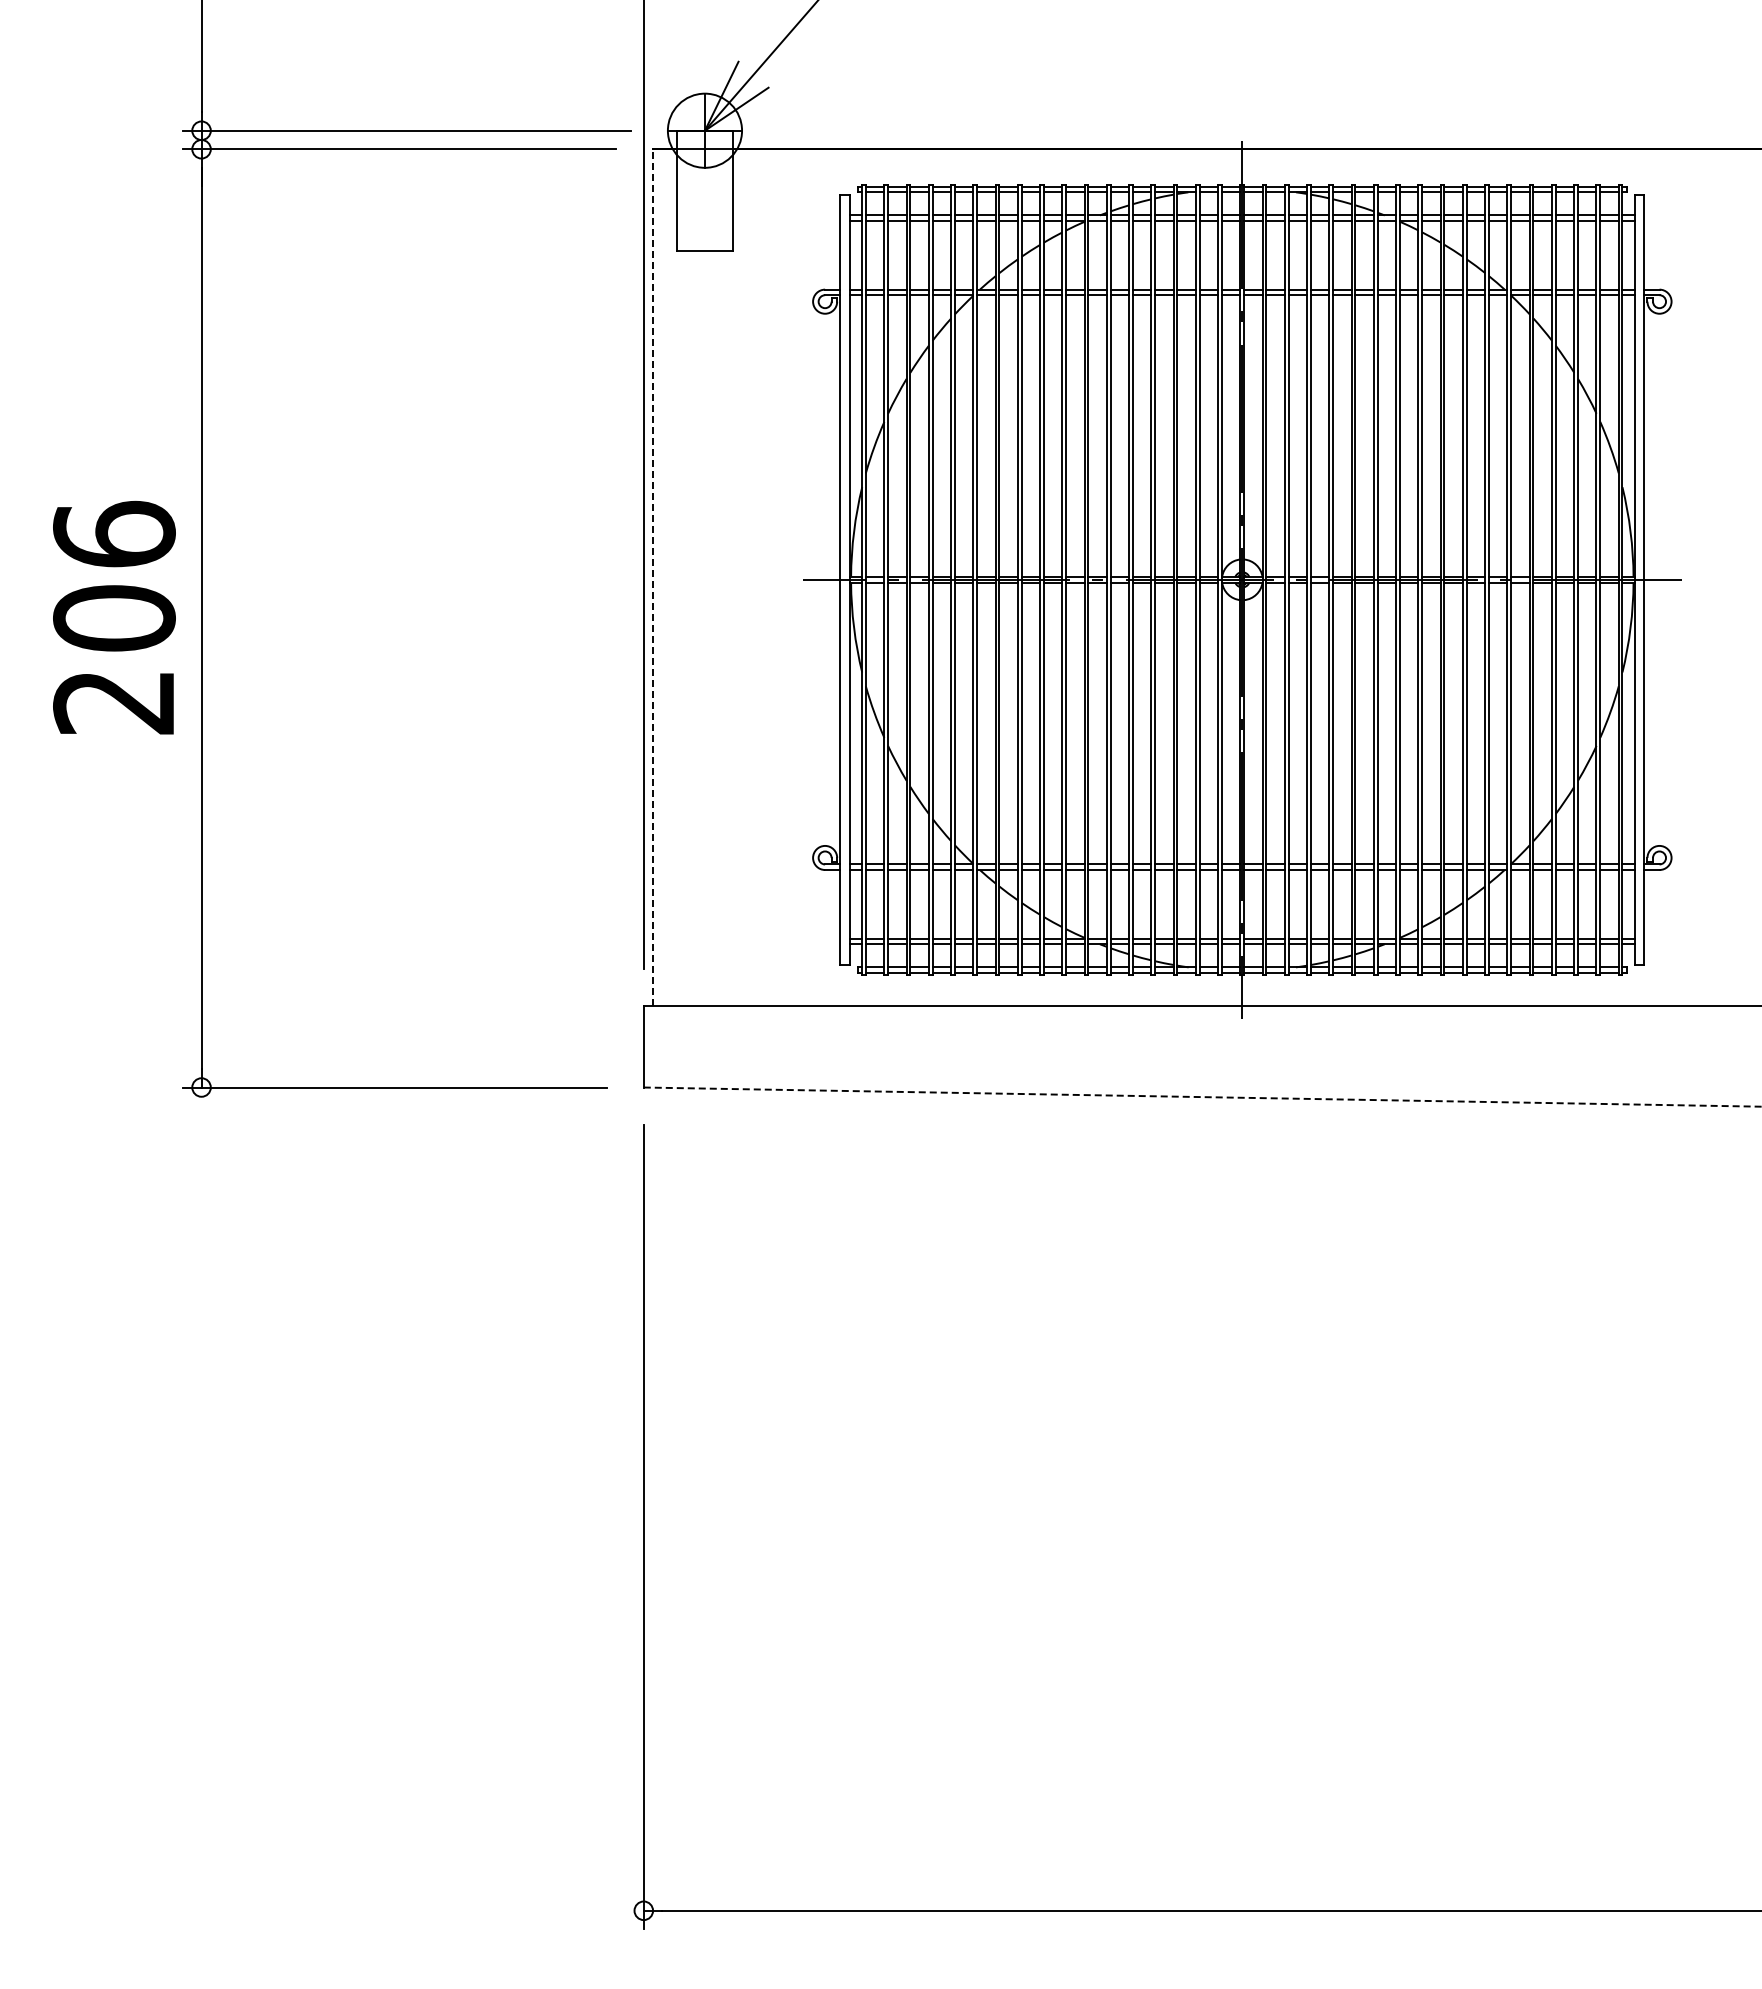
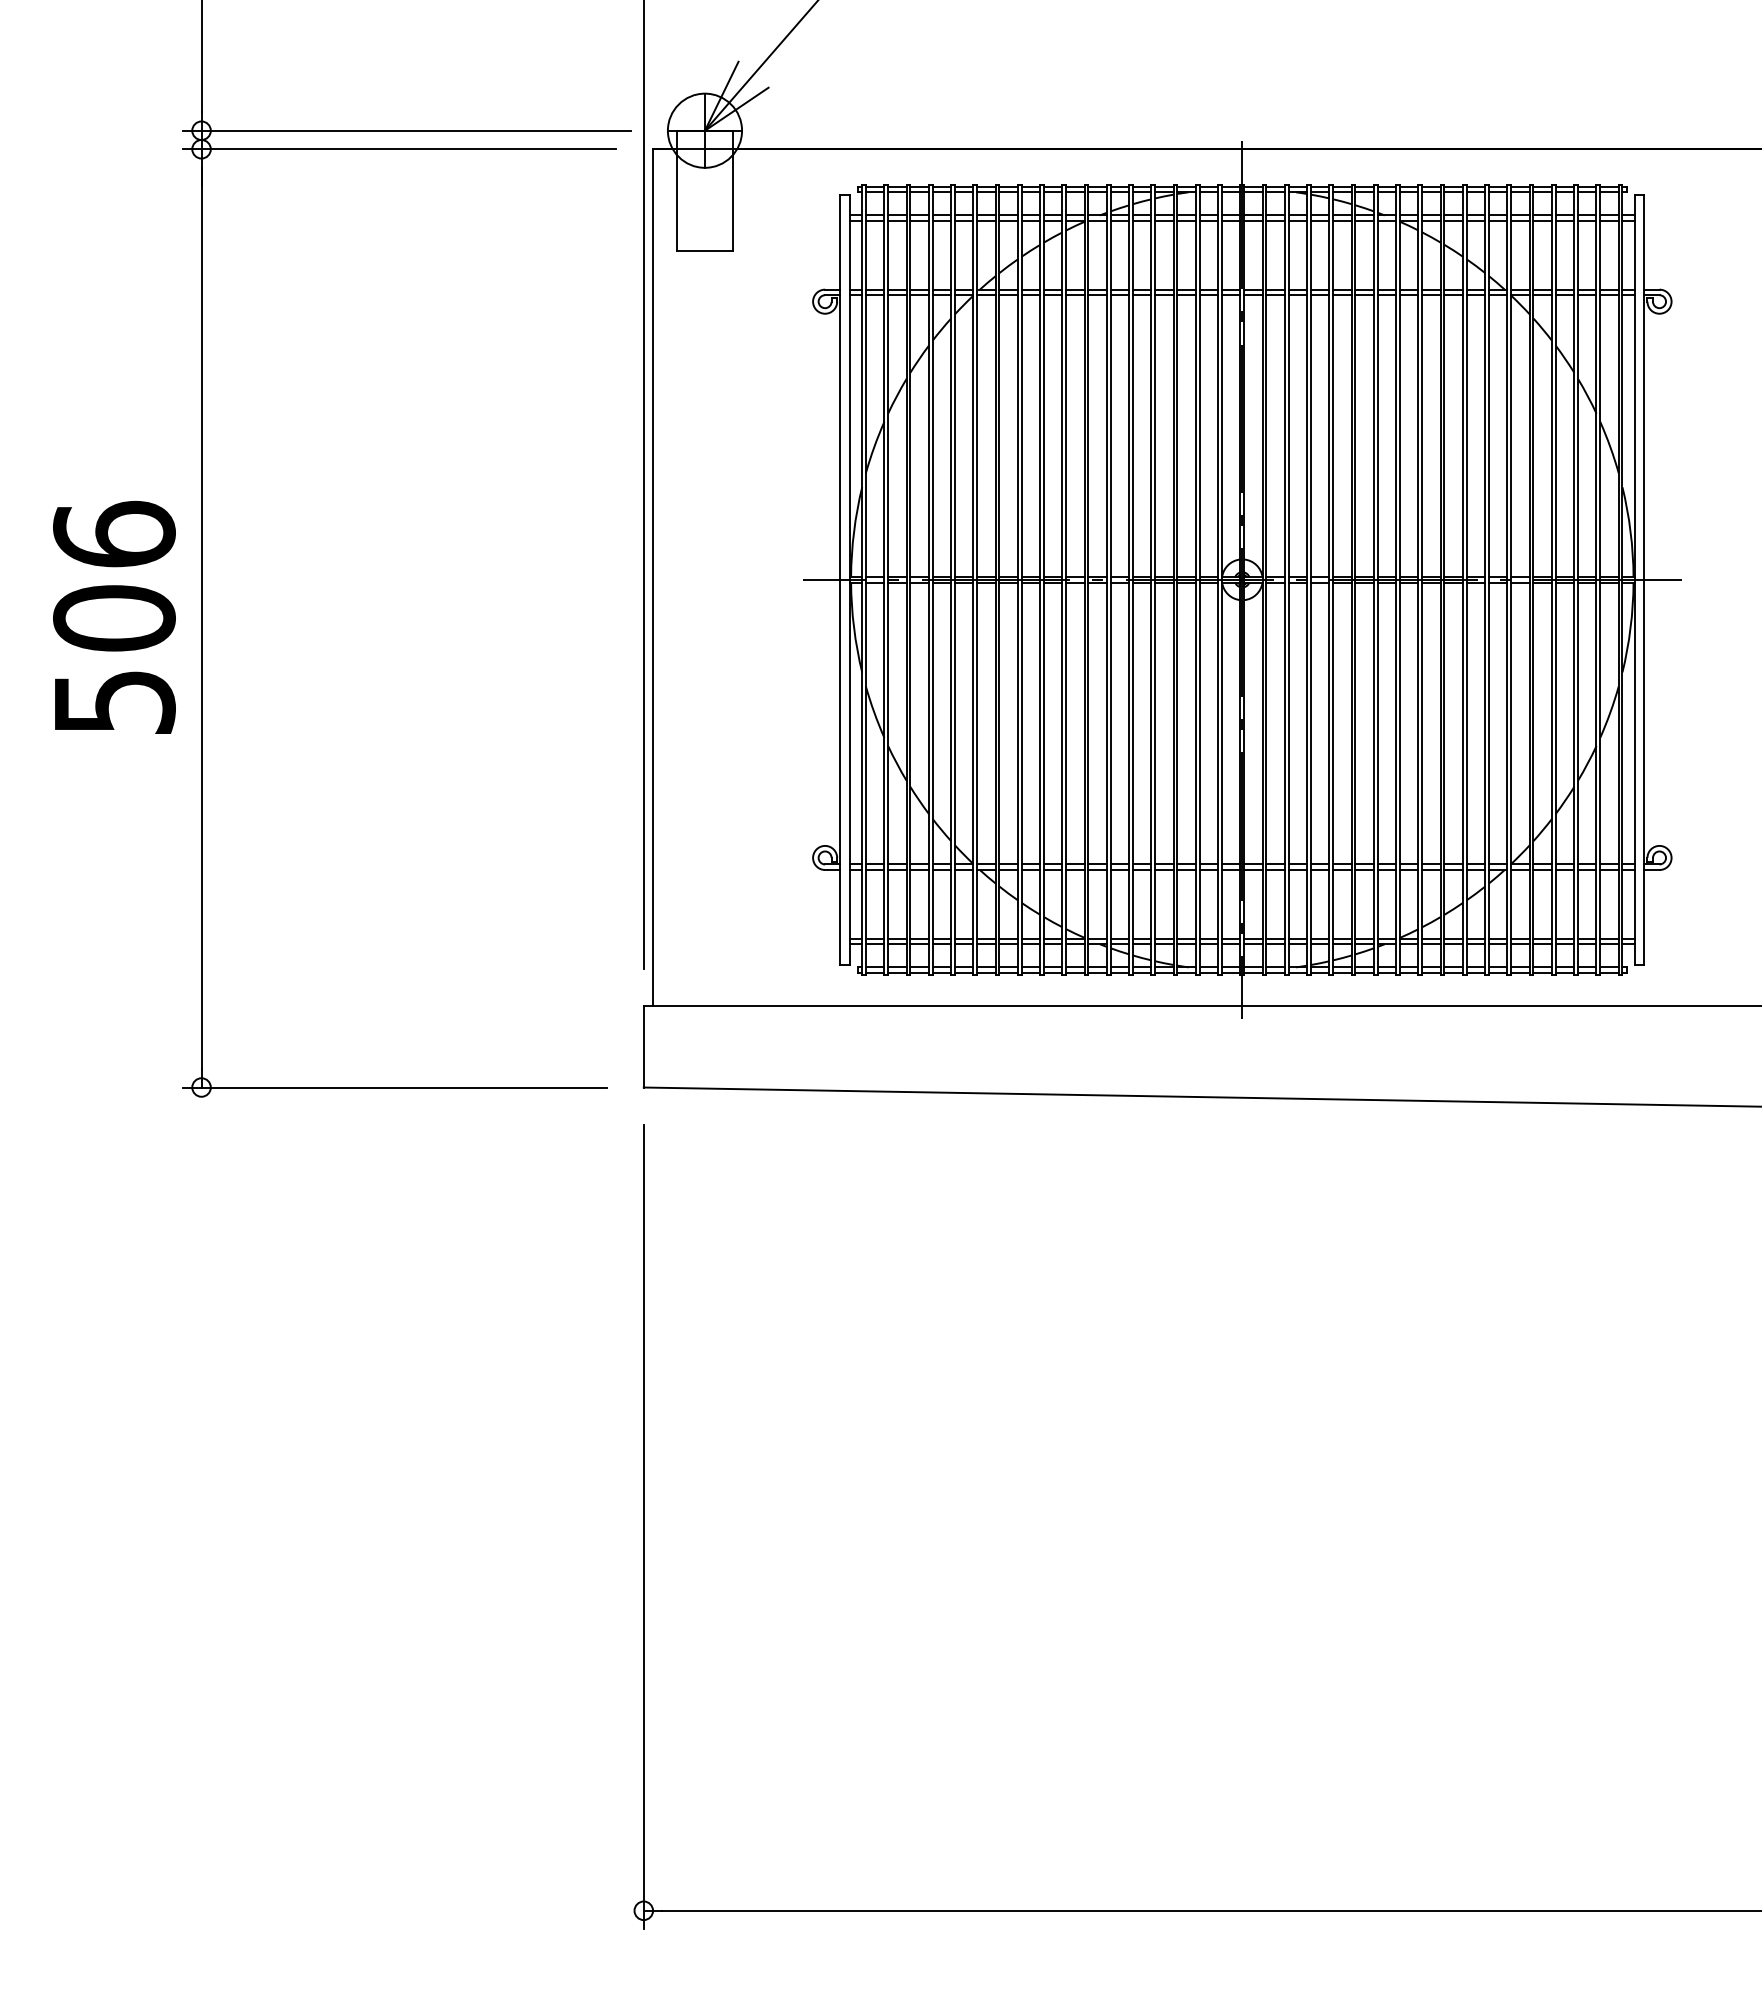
line at (653, 577): dashed -> solid
text at (114, 702): 206 -> 506
line at (1202, 1097): dashed -> solid
